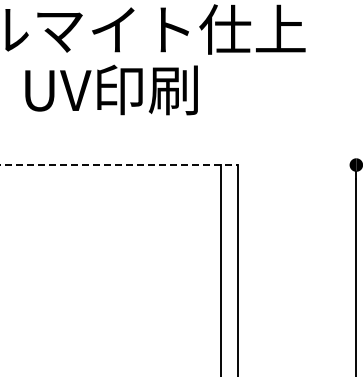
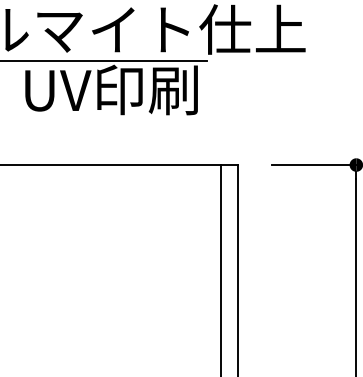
line at (104, 61): none -> present
line at (119, 165): dashed -> solid
line at (313, 165): none -> present
